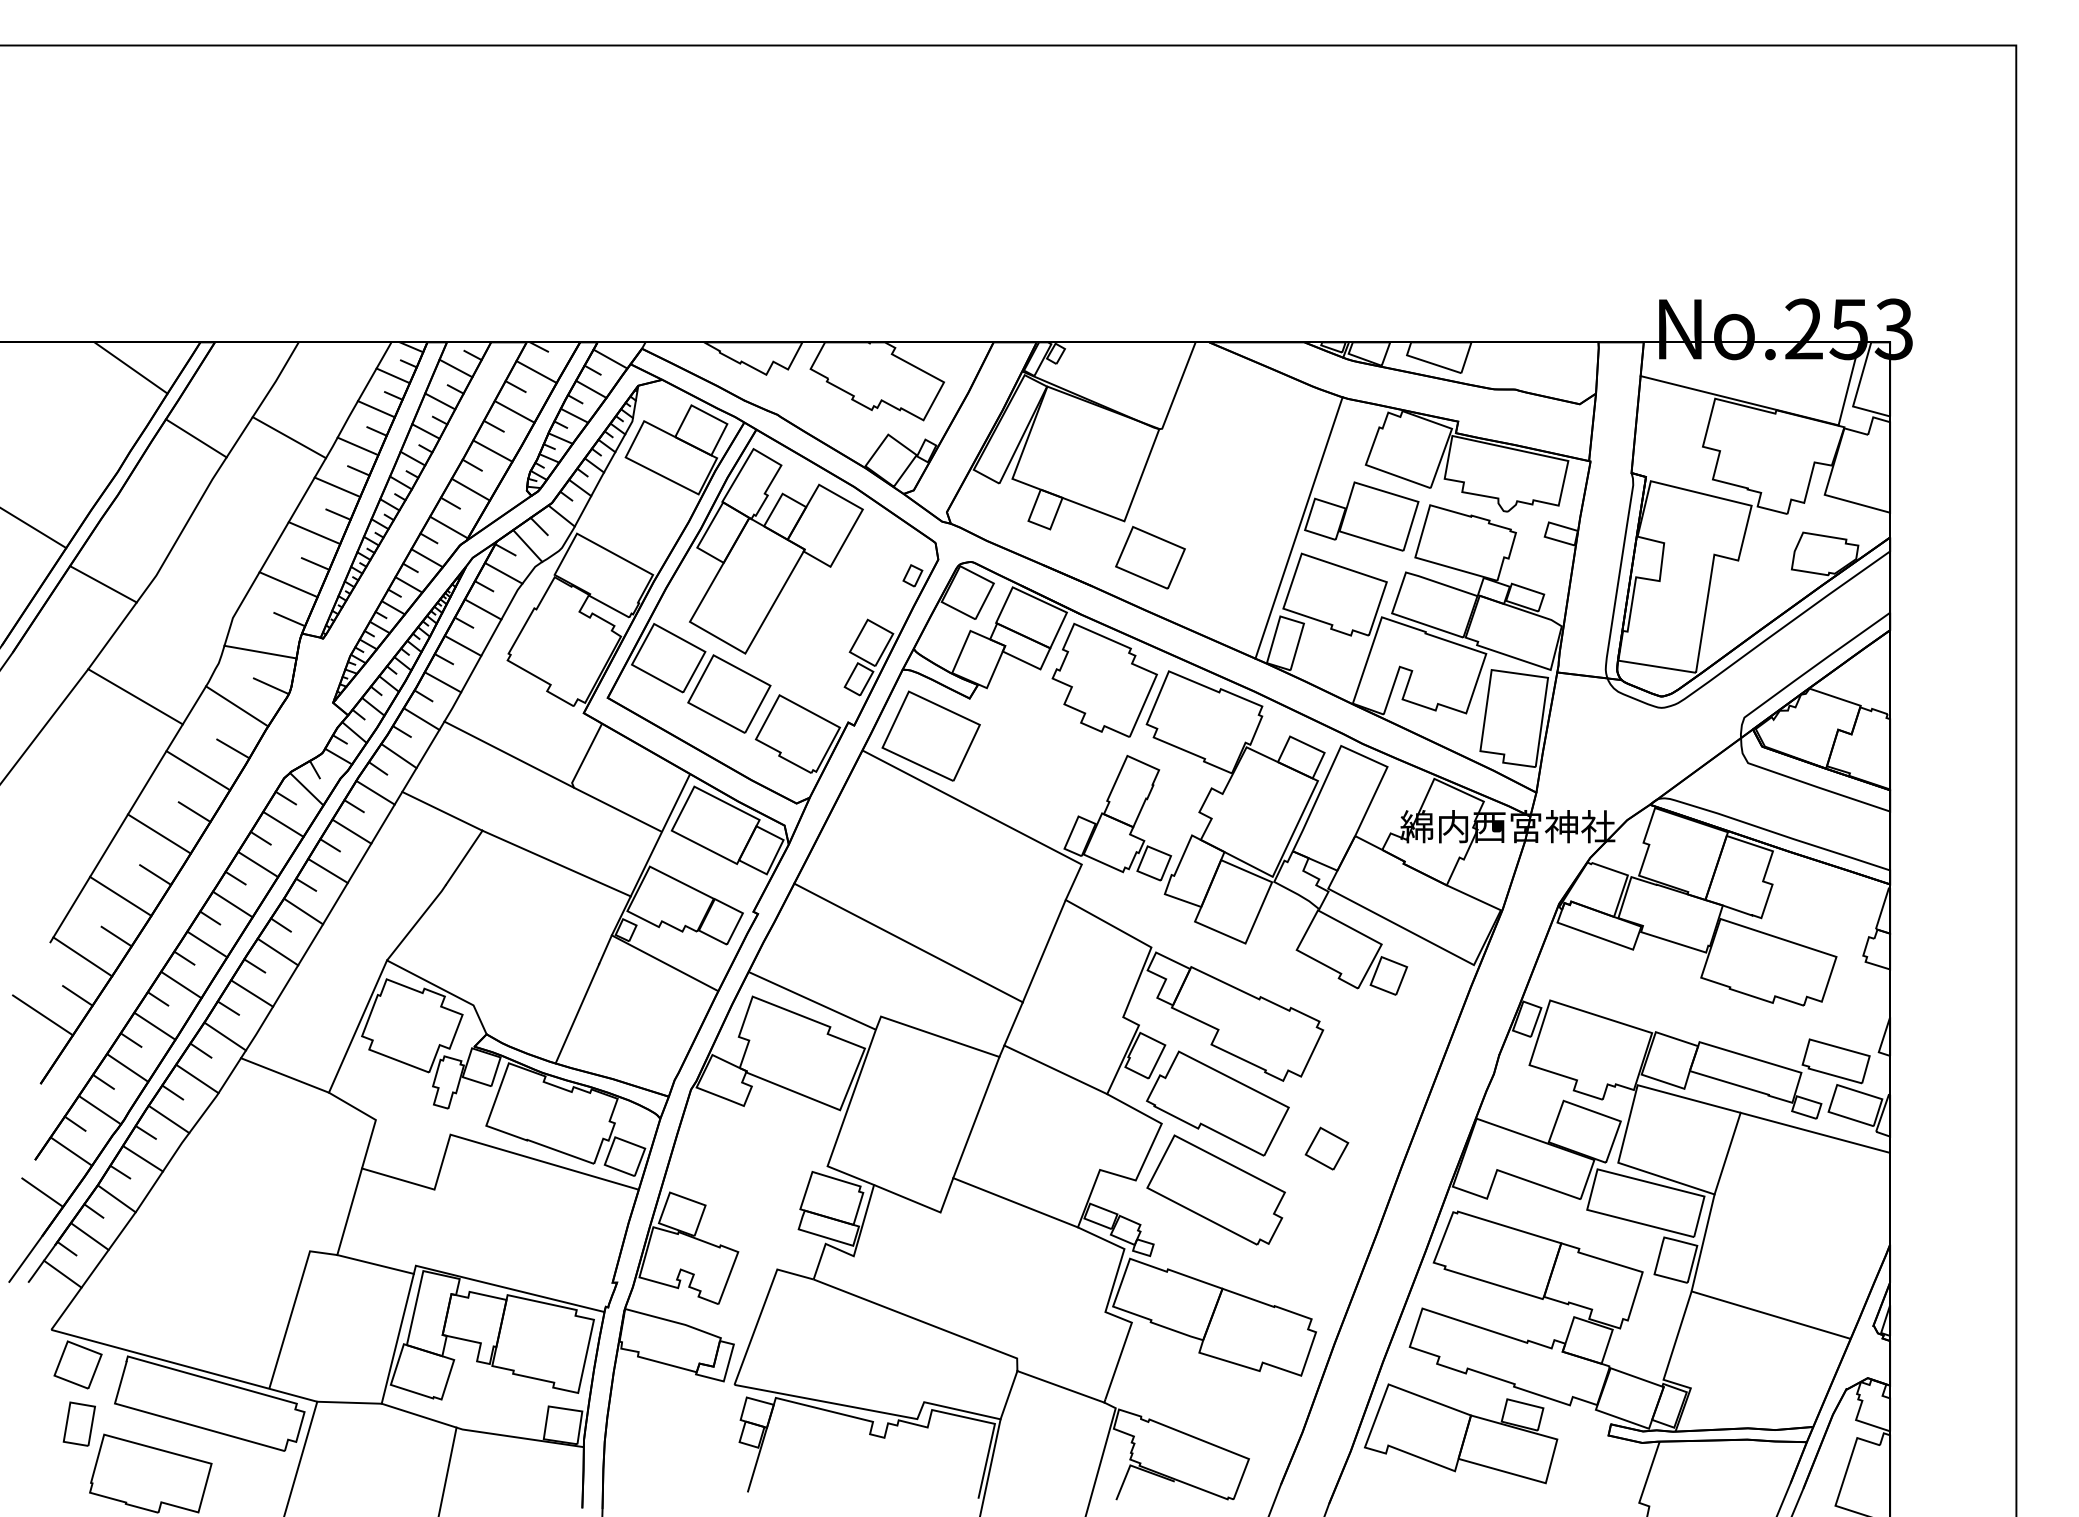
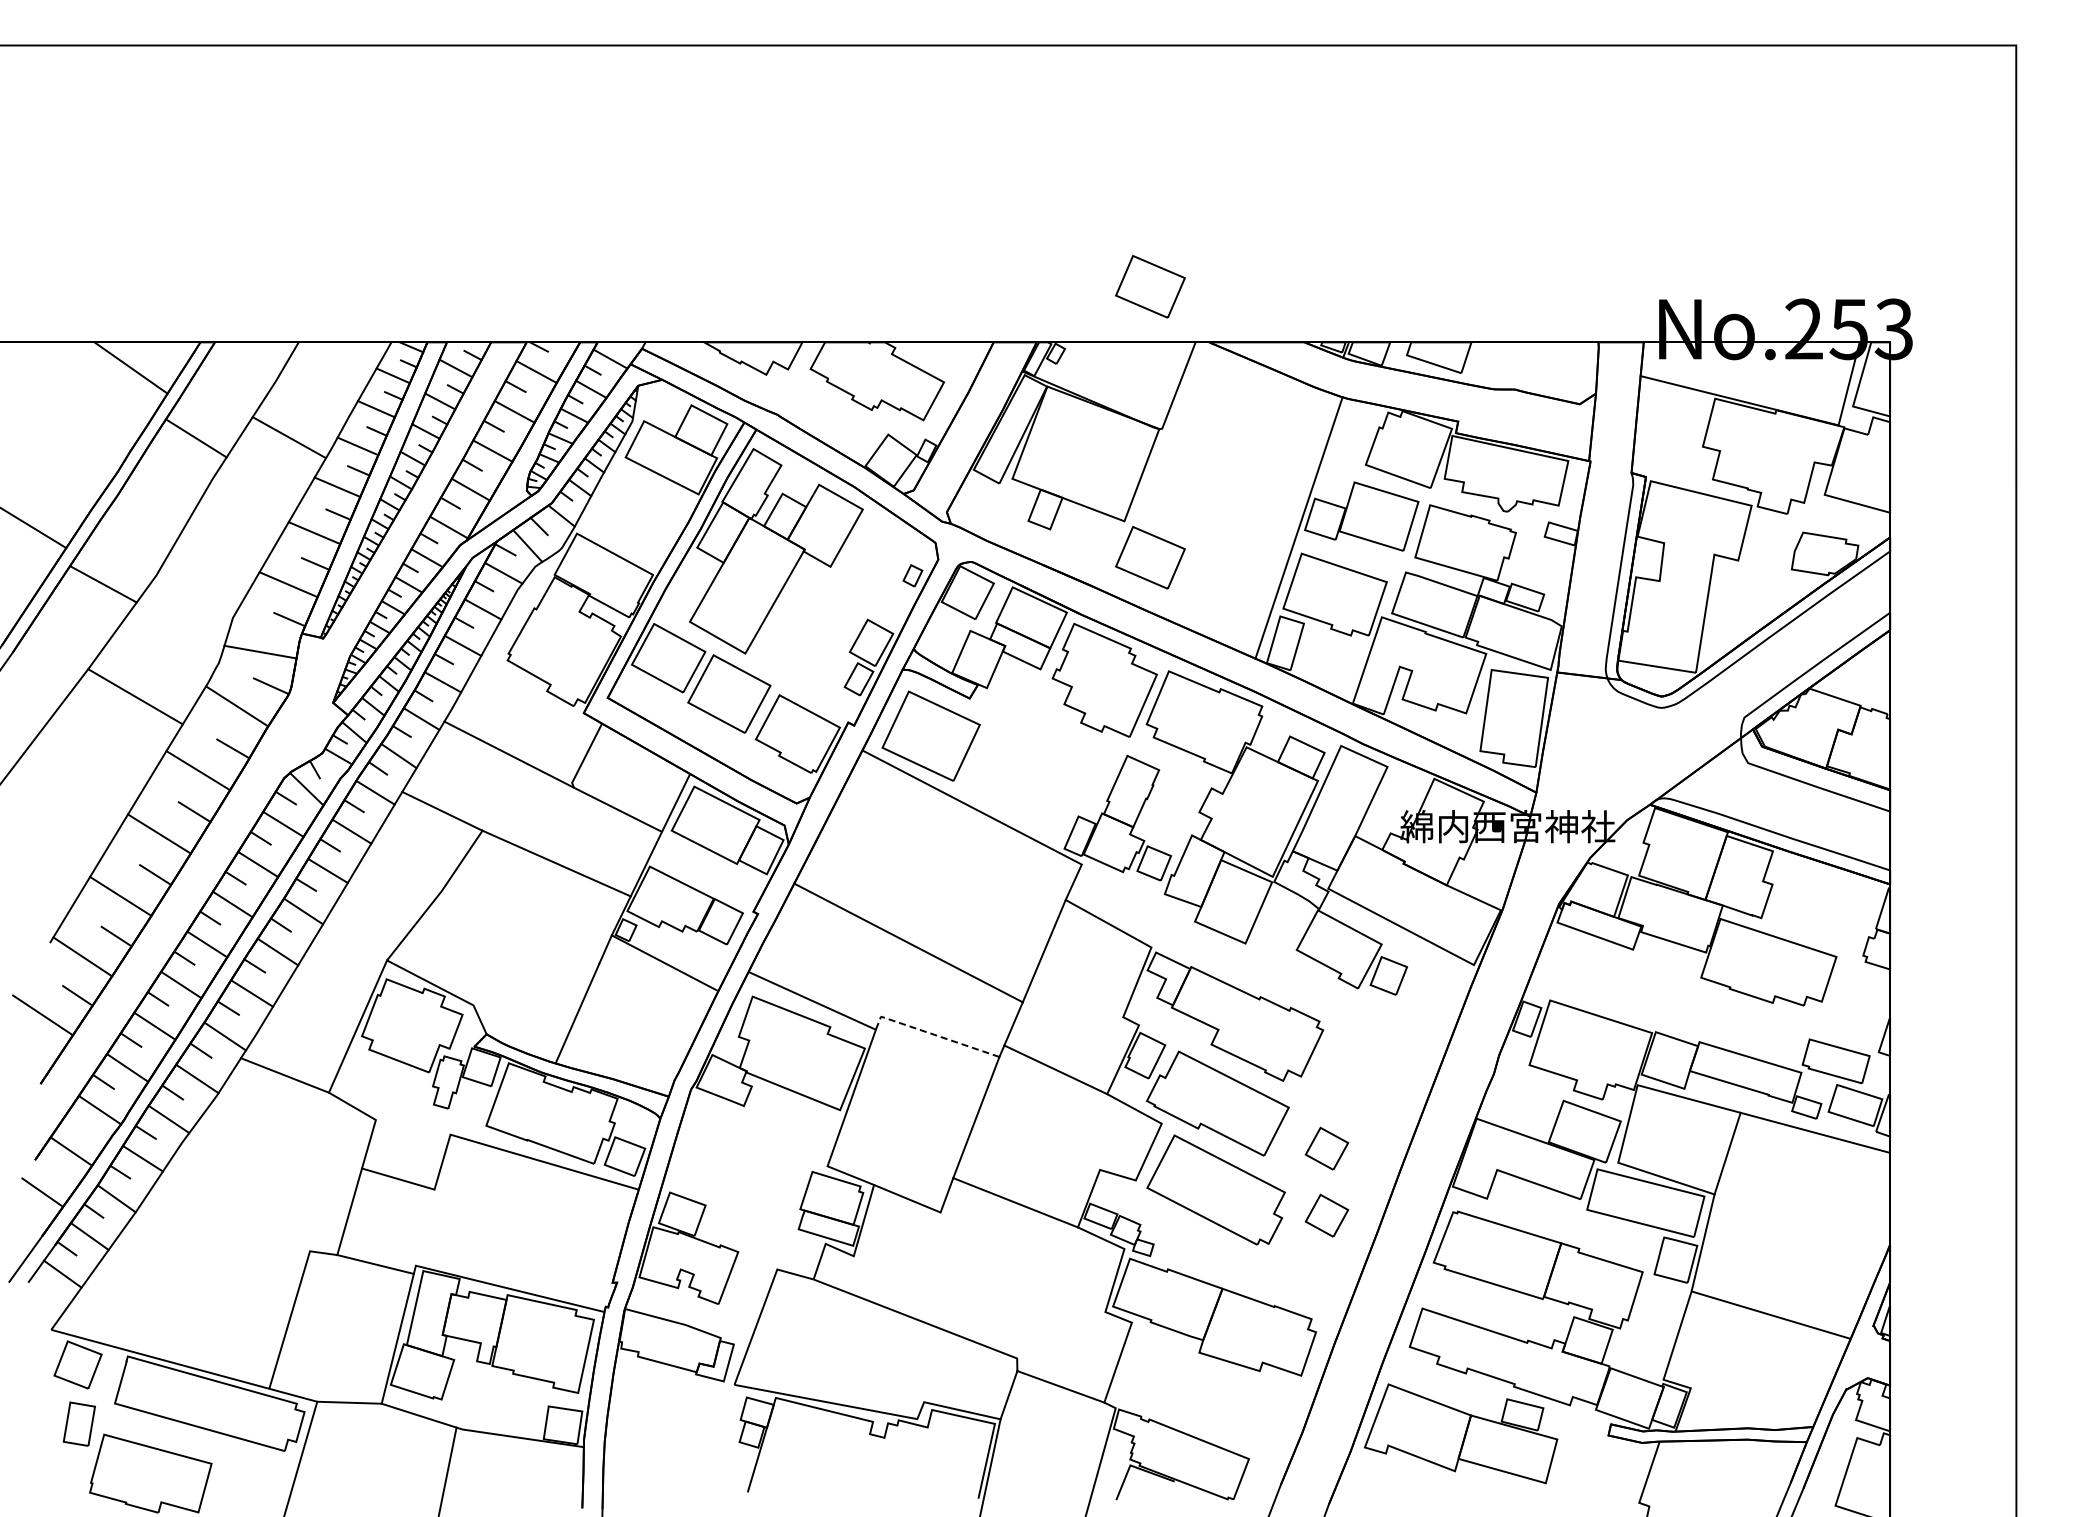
part at (1150, 286): none -> present
line at (932, 1034): solid -> dashed
line at (74, 1123): present -> none
part at (1326, 1215): none -> present
